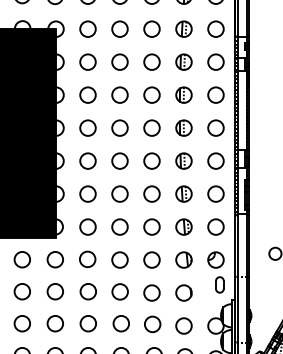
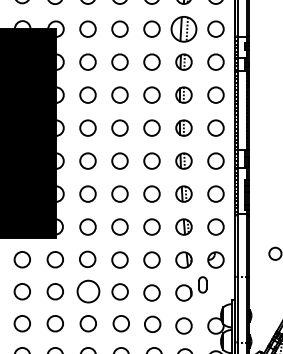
part at (183, 28) size: 18x18 px -> 28x27 px
part at (219, 284) position: (219, 284) -> (202, 284)
circle at (87, 291) size: 18x18 px -> 25x25 px
